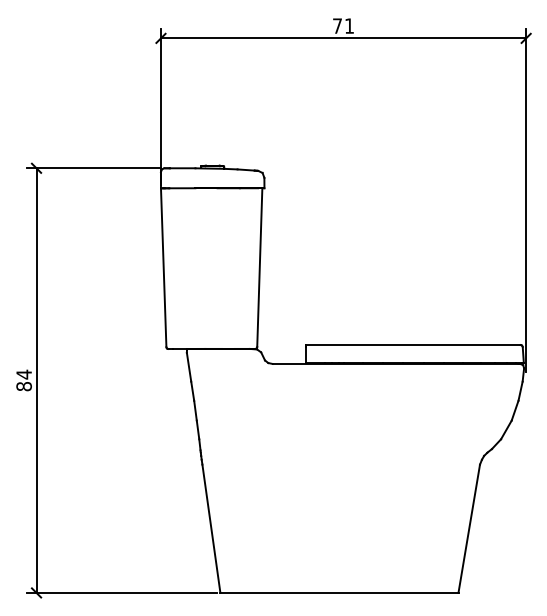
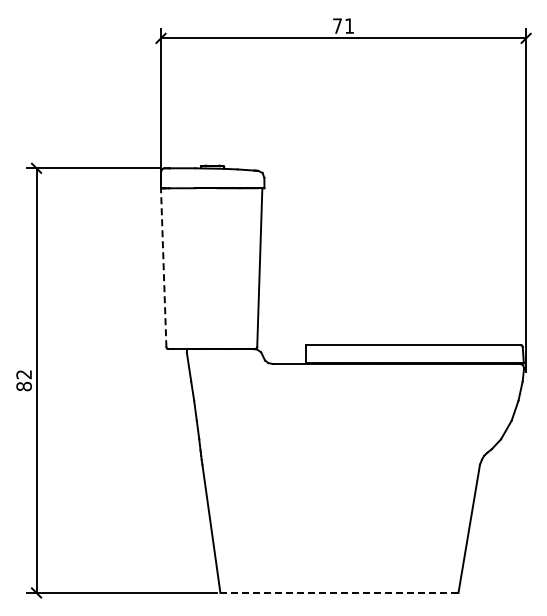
line at (163, 267): solid -> dashed
text at (23, 374): 84 -> 82
line at (339, 592): solid -> dashed
